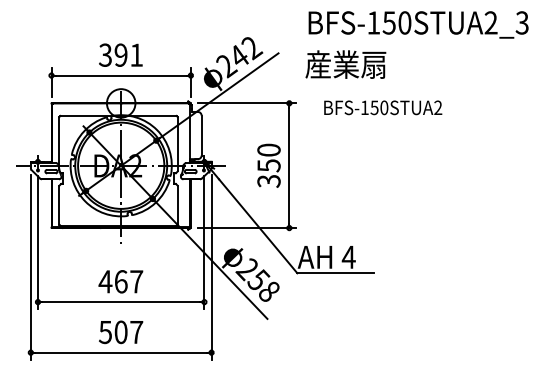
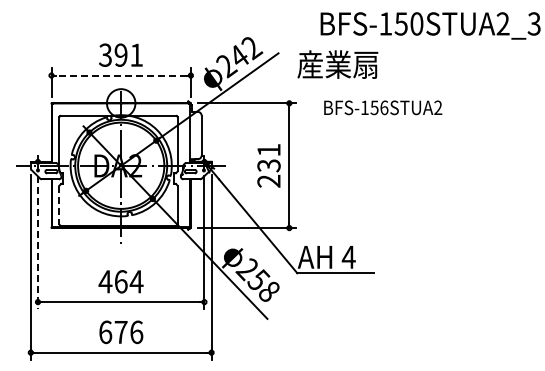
text at (418, 24) position: (418, 24) -> (430, 25)
text at (345, 64) position: (345, 64) -> (337, 64)
line at (120, 75): solid -> dashed
text at (384, 107): BFS-150STUA2 -> BFS-156STUA2
text at (268, 165): 350 -> 231
line at (59, 205): solid -> dashed
line at (37, 242): solid -> dashed
text at (136, 281): 467 -> 464
text at (120, 332): 507 -> 676
